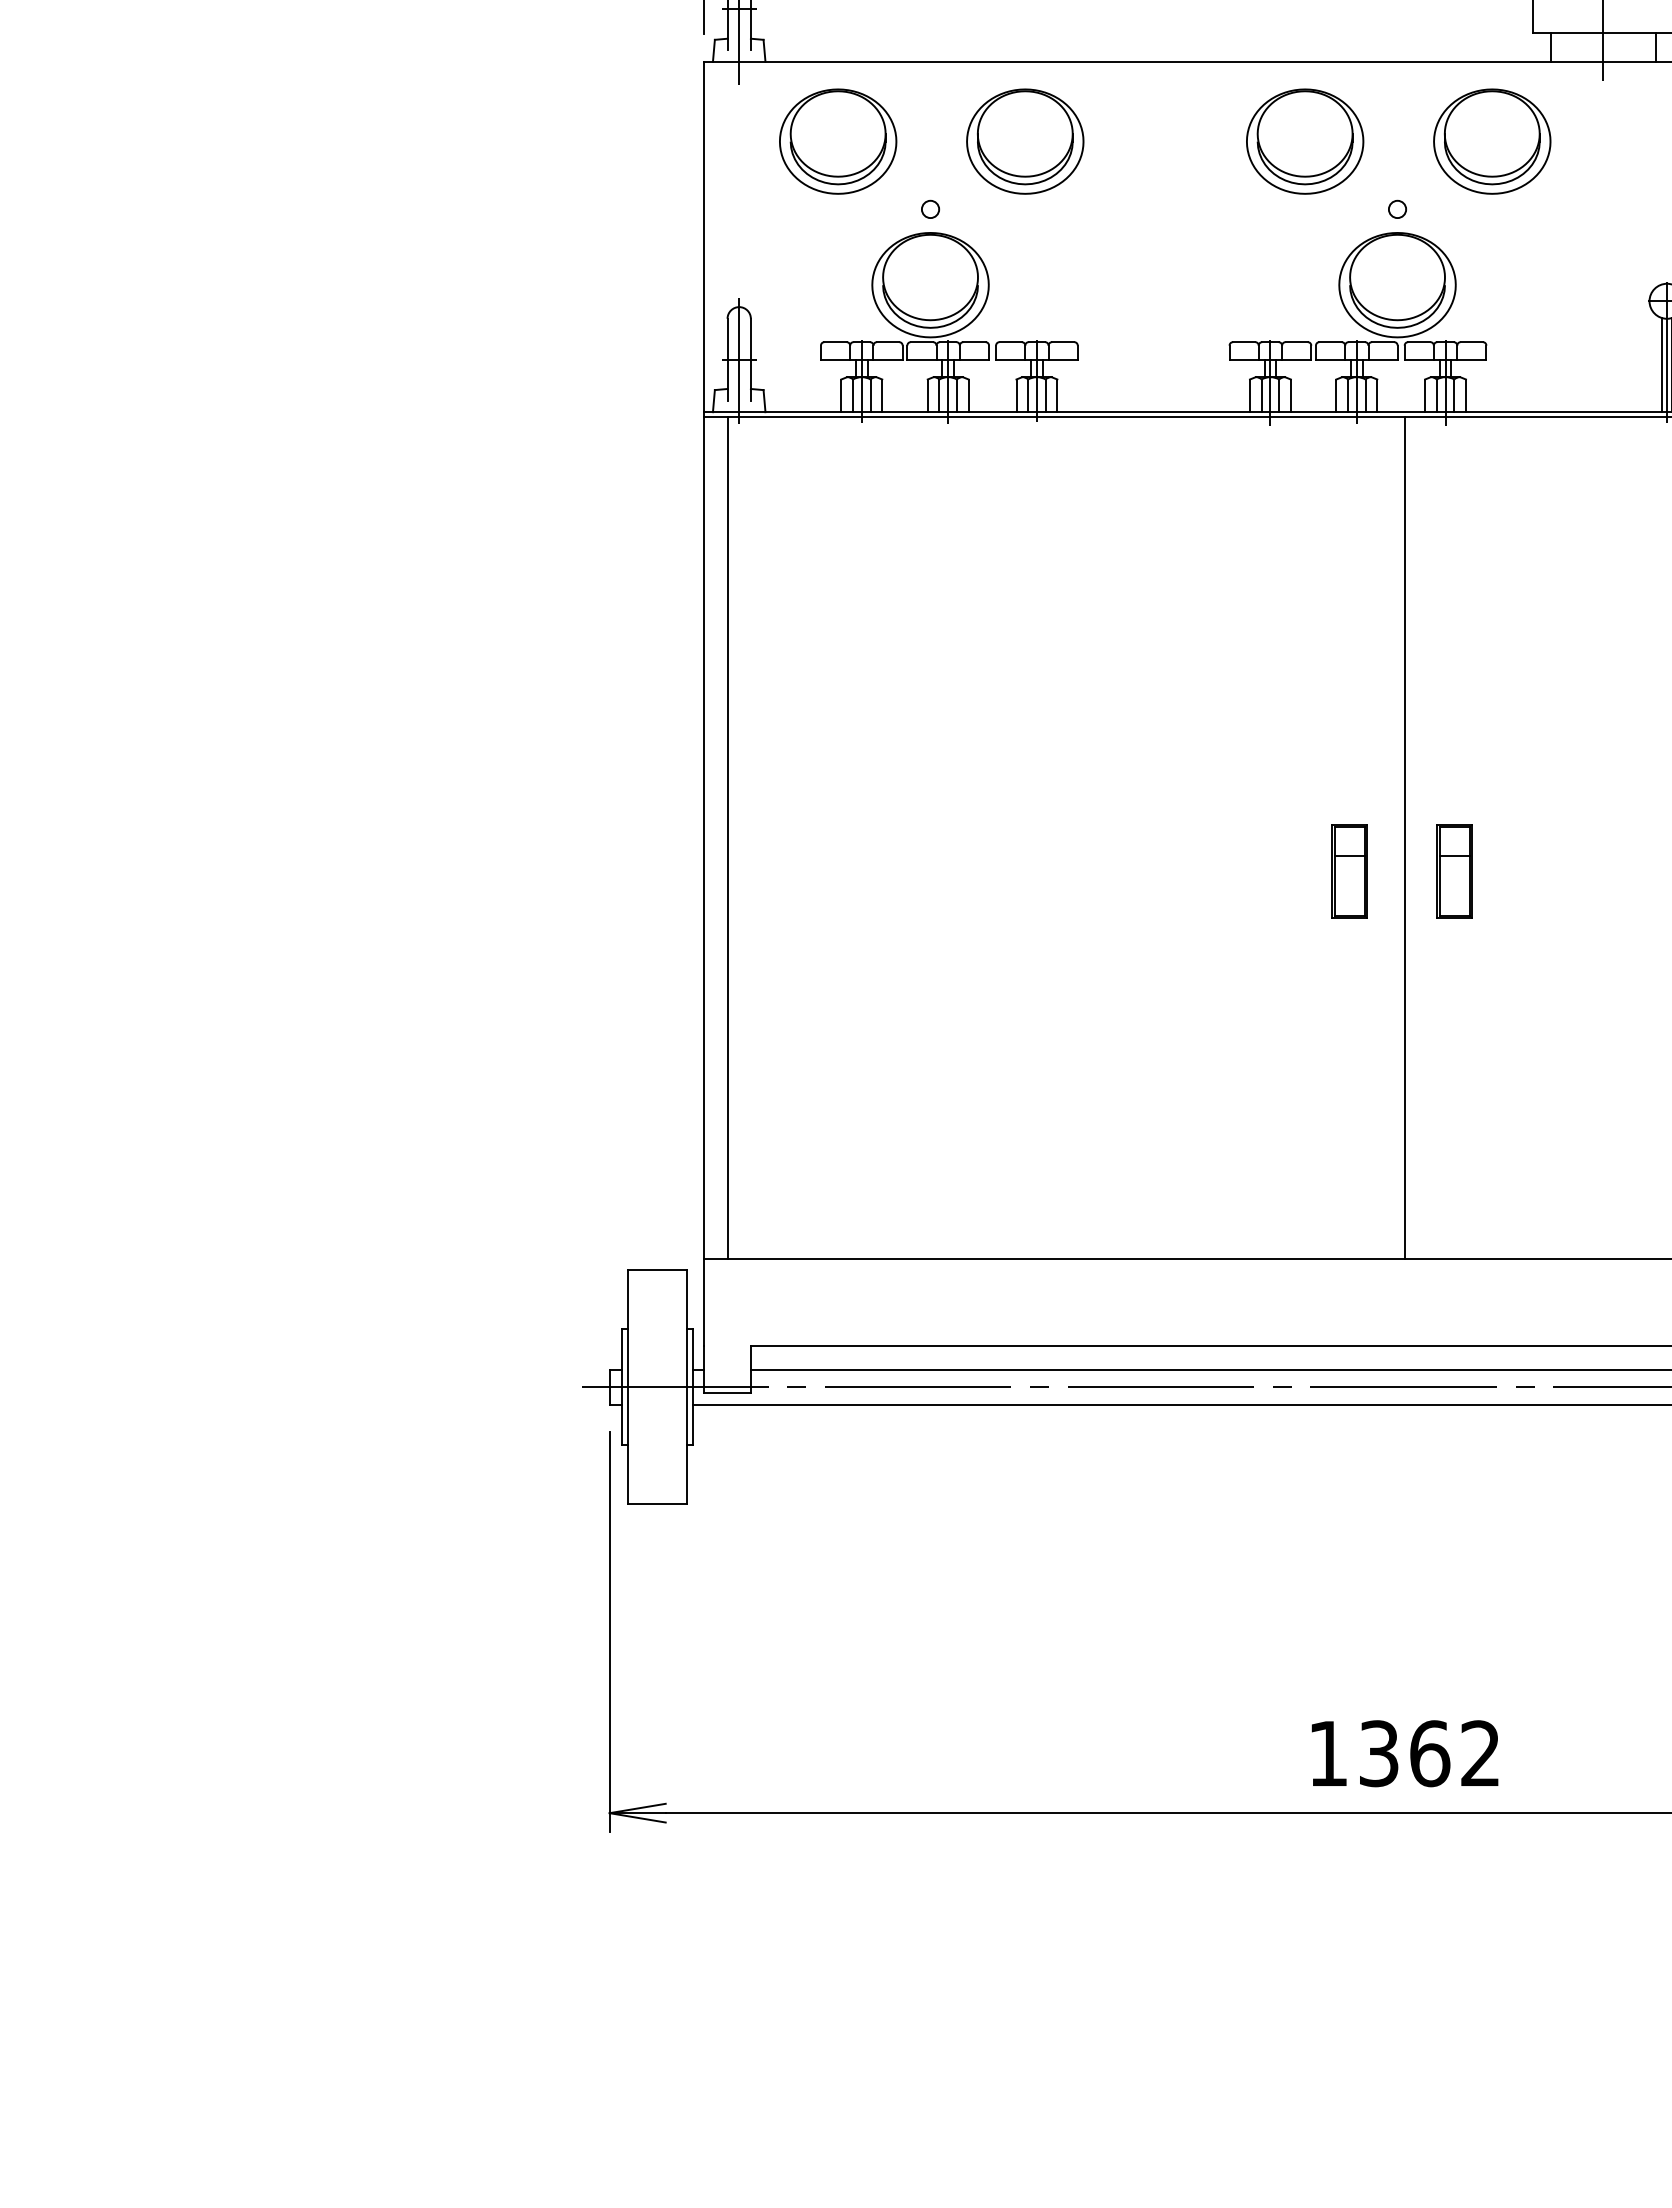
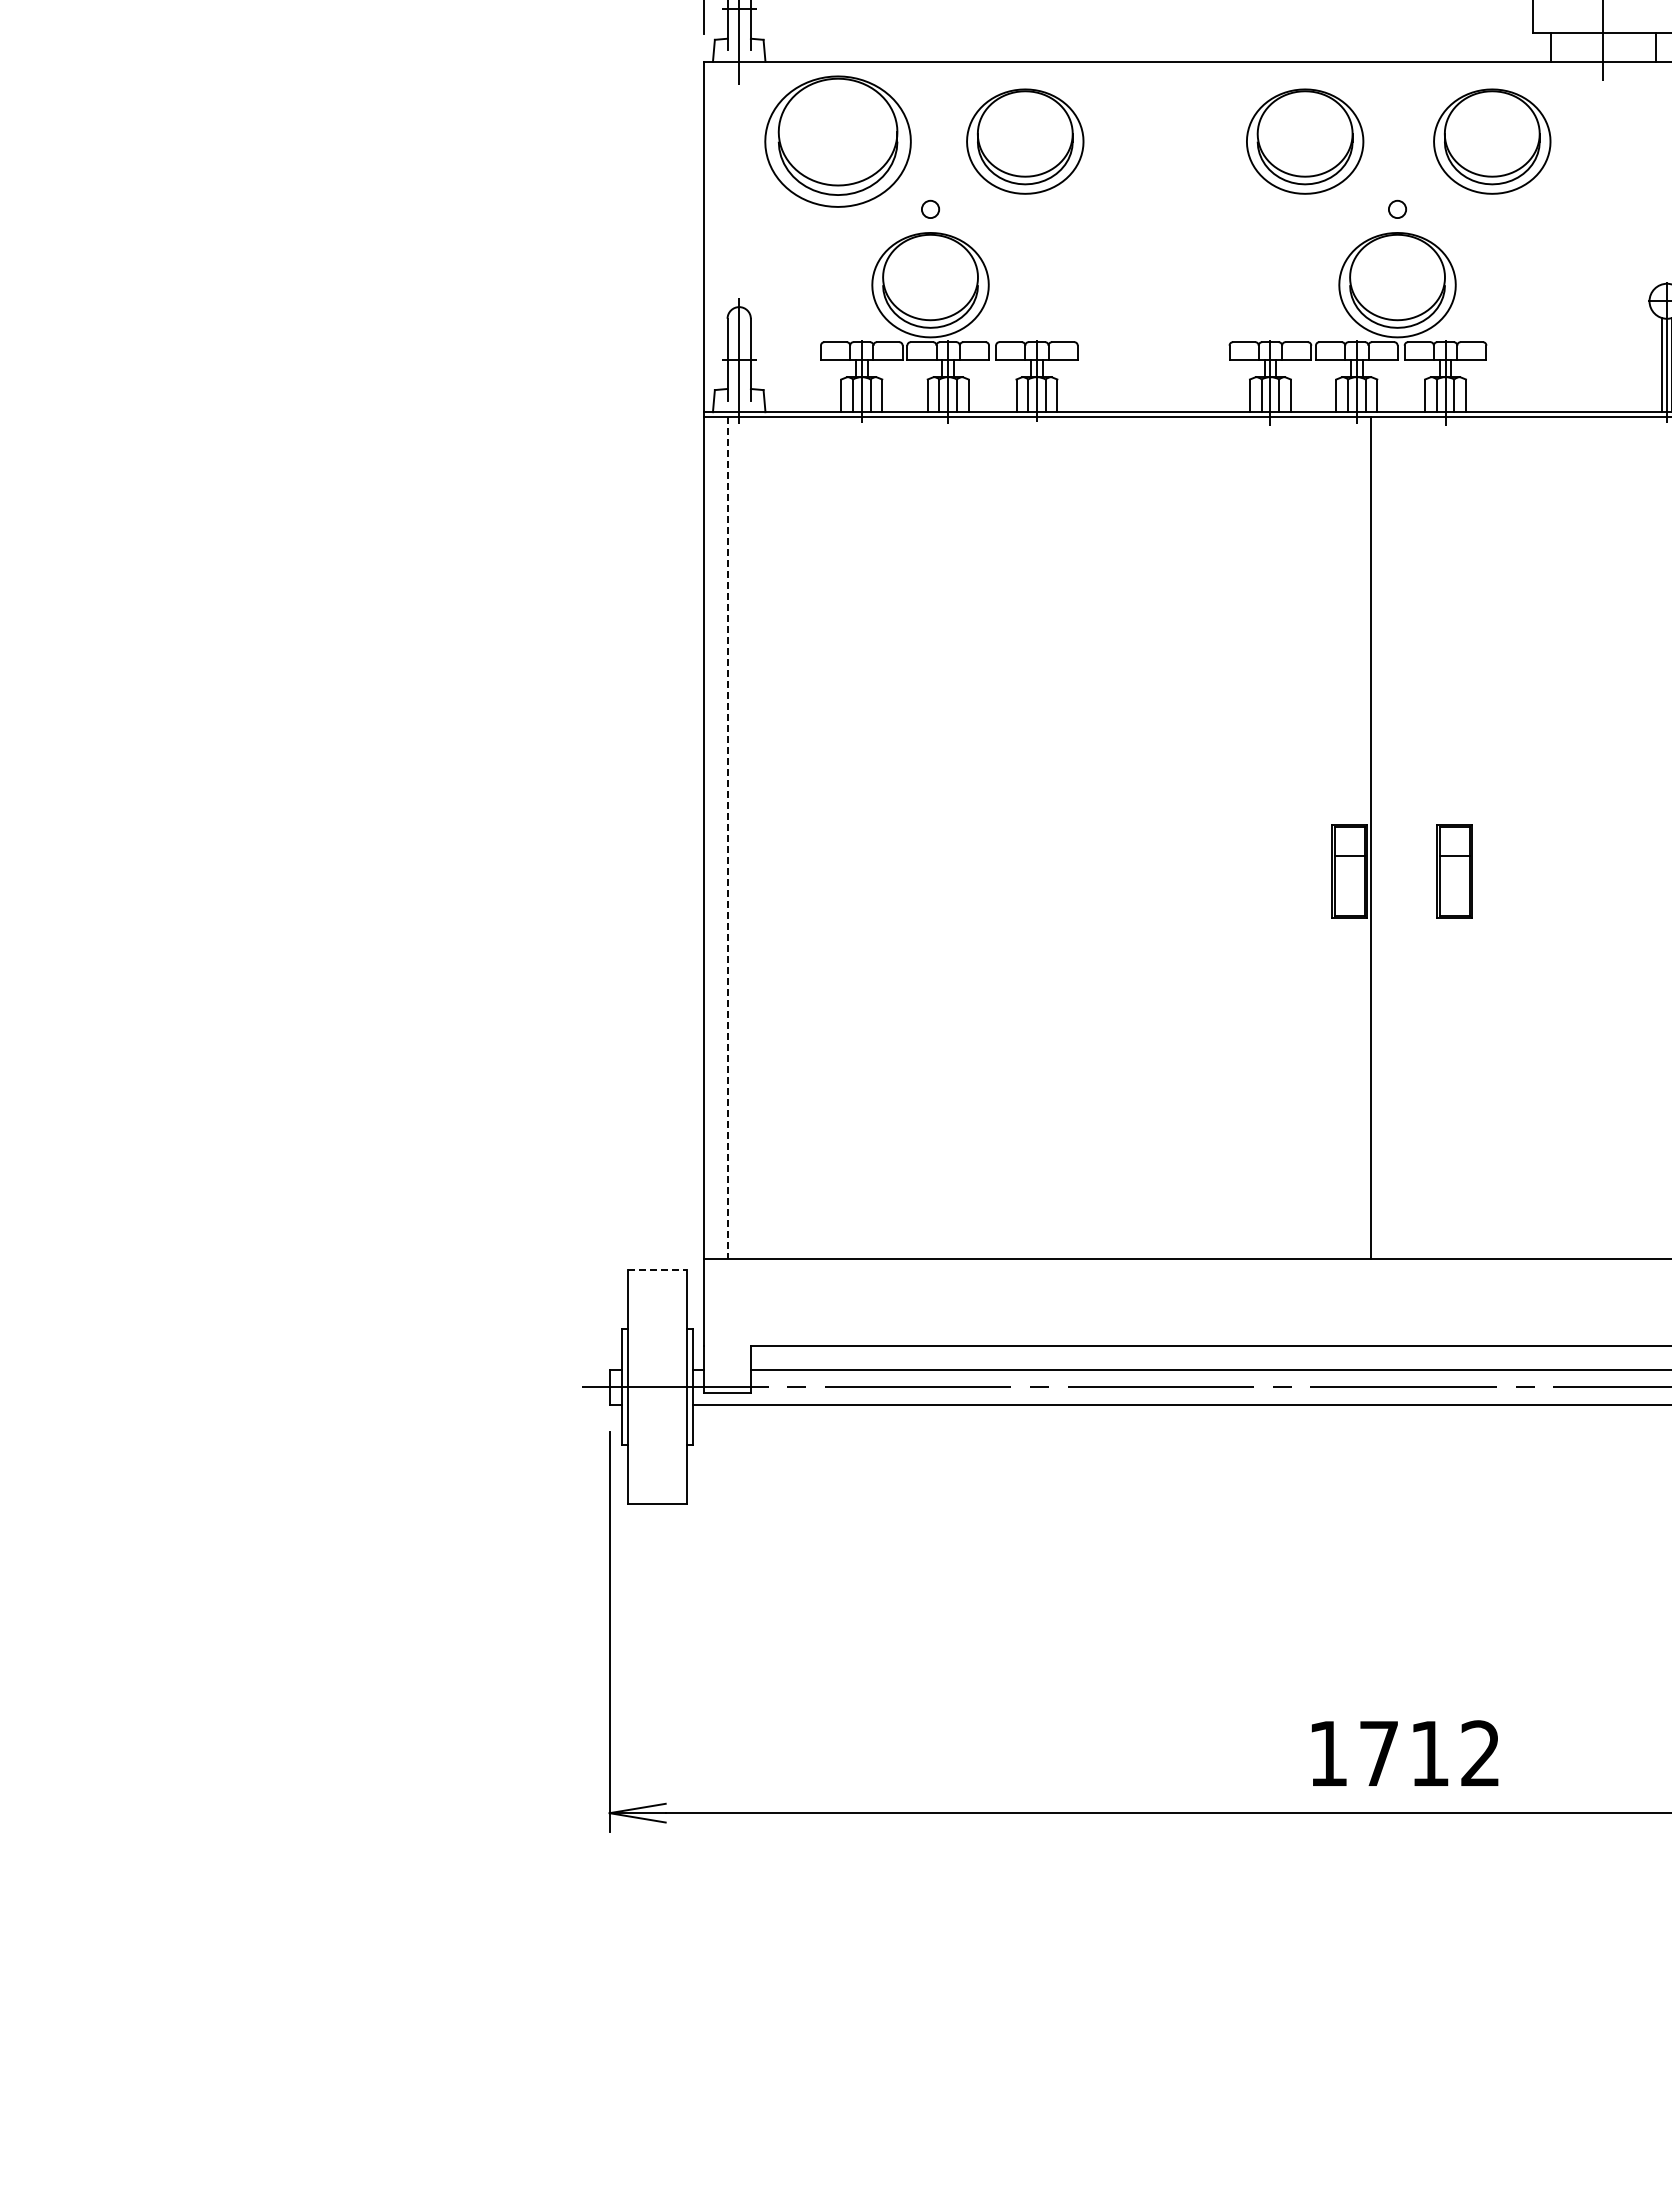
part at (838, 141) size: 119x107 px -> 148x133 px
line at (727, 837): solid -> dashed
line at (1404, 837) position: (1404, 837) -> (1370, 837)
line at (658, 1270): solid -> dashed
text at (1405, 1753): 1362 -> 1712
